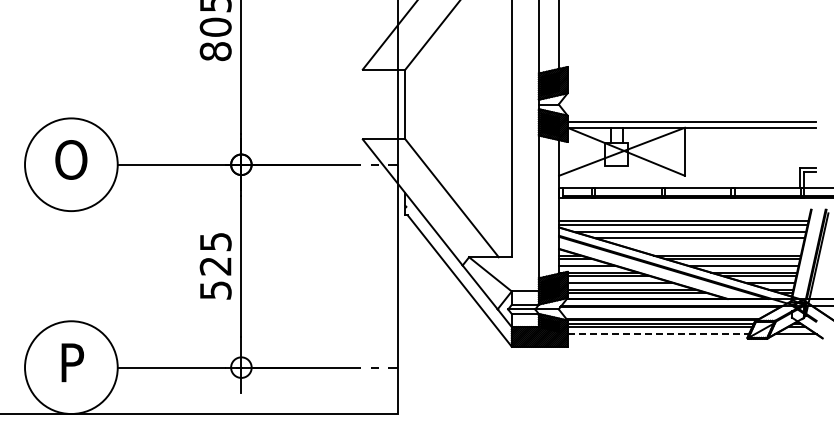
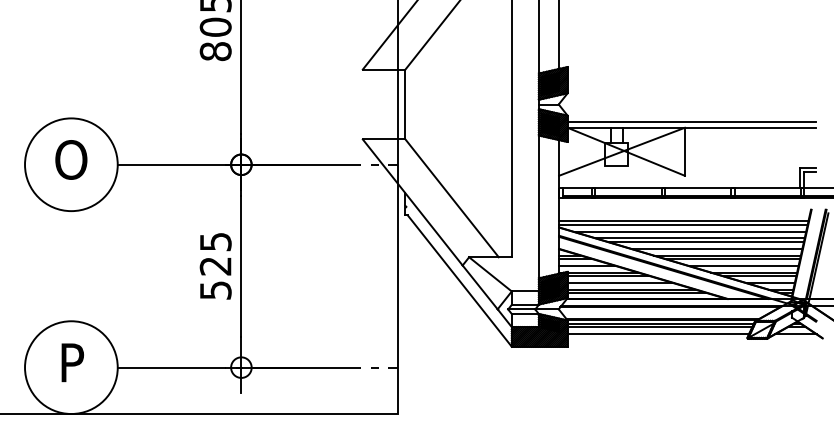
line at (705, 241): none -> present
line at (717, 249): none -> present
line at (658, 334): dashed -> solid
